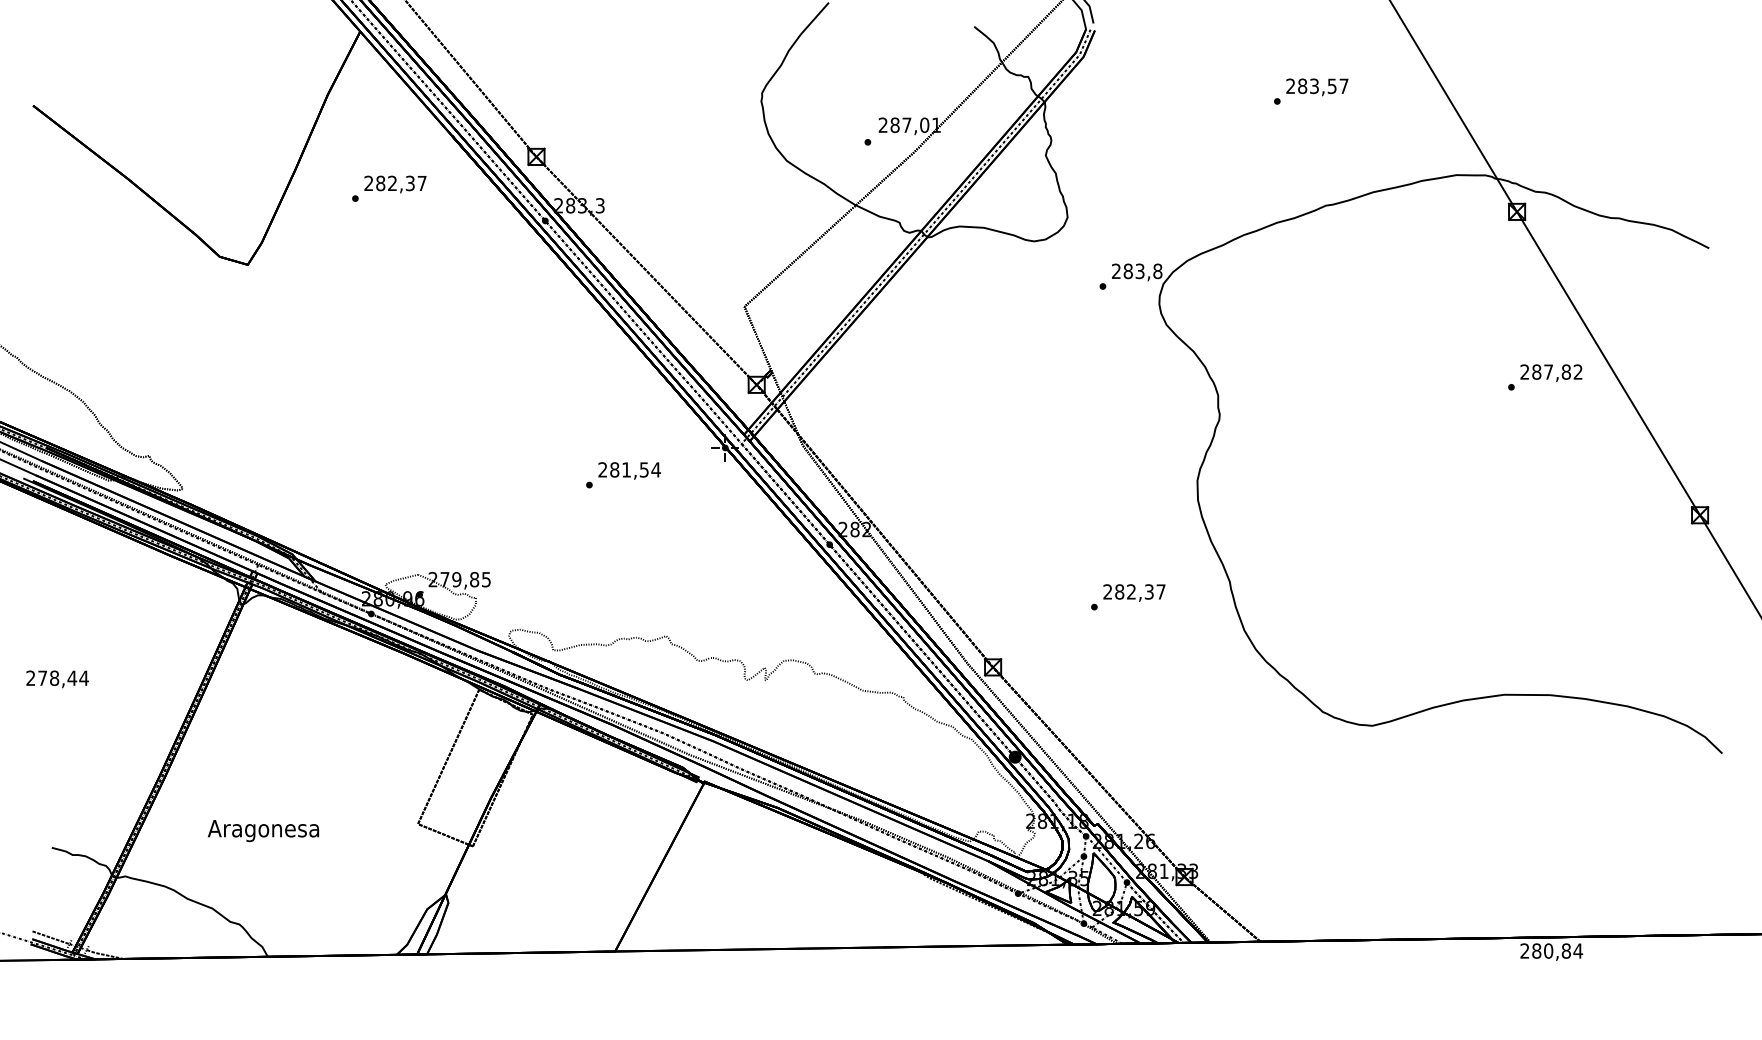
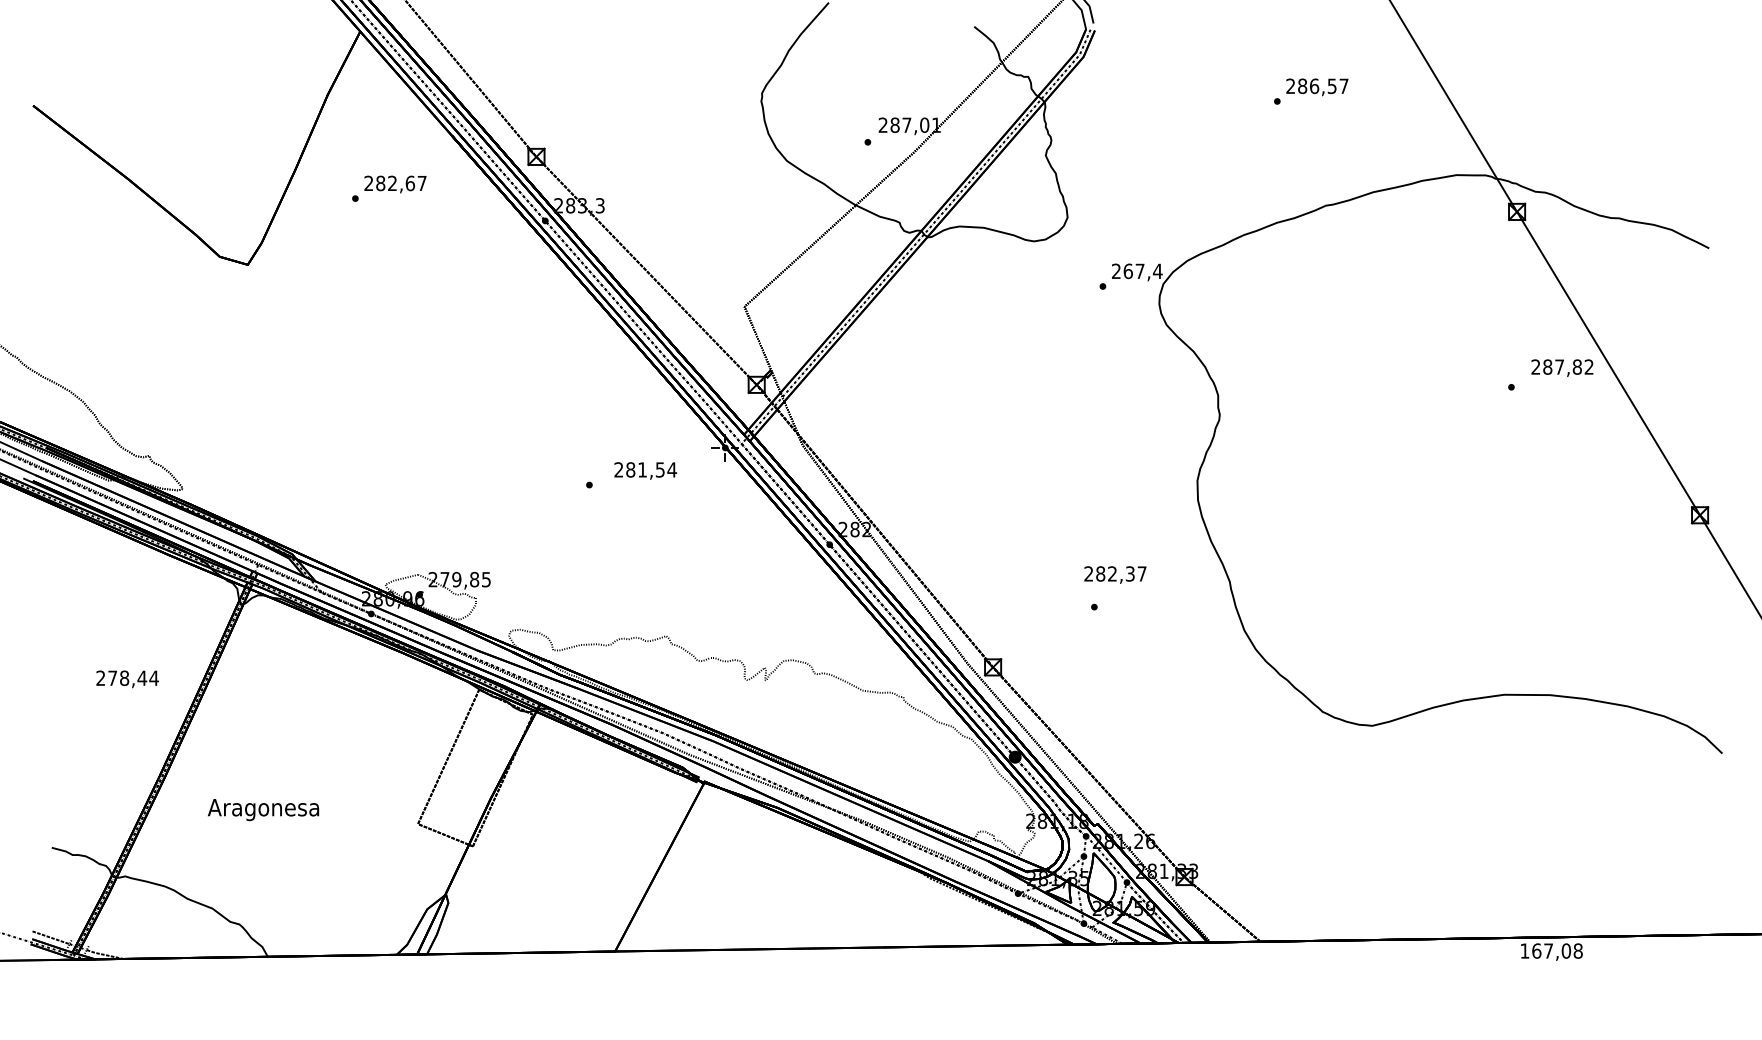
text at (1314, 86): 283,57 -> 286,57
text at (410, 183): 282,37 -> 282,67
text at (1142, 271): 283,8 -> 267,4
text at (1551, 372) position: (1551, 372) -> (1562, 367)
text at (629, 470) position: (629, 470) -> (645, 470)
text at (1134, 592) position: (1134, 592) -> (1115, 574)
text at (57, 679) position: (57, 679) -> (127, 679)
text at (263, 831) position: (263, 831) -> (263, 810)
text at (1551, 950): 280,84 -> 167,08
